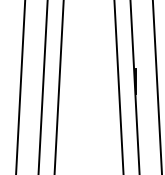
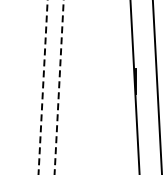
line at (20, 86): present -> none
line at (118, 86): present -> none
line at (43, 87): solid -> dashed
line at (59, 87): solid -> dashed
